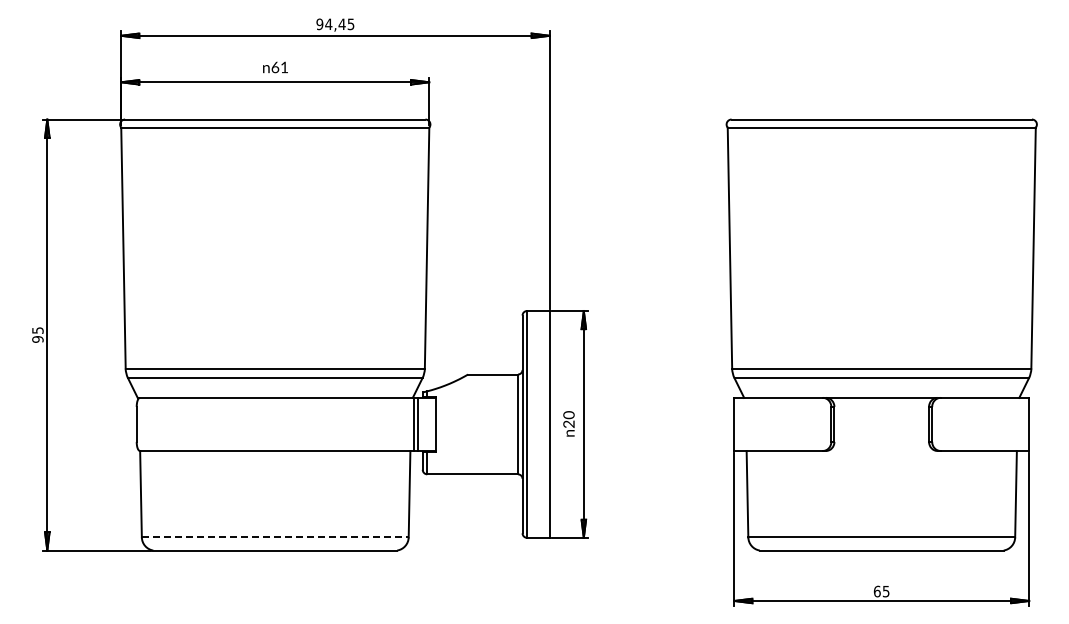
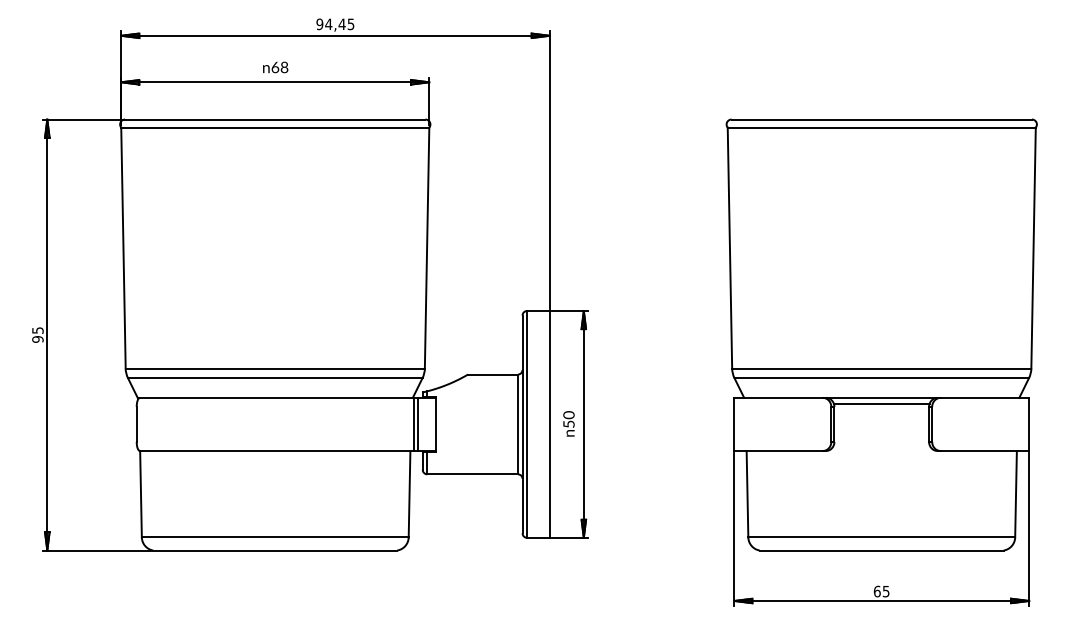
text at (284, 67): 61 -> 68
line at (881, 403): none -> present
text at (568, 424): 20 -> 50
line at (275, 537): dashed -> solid
